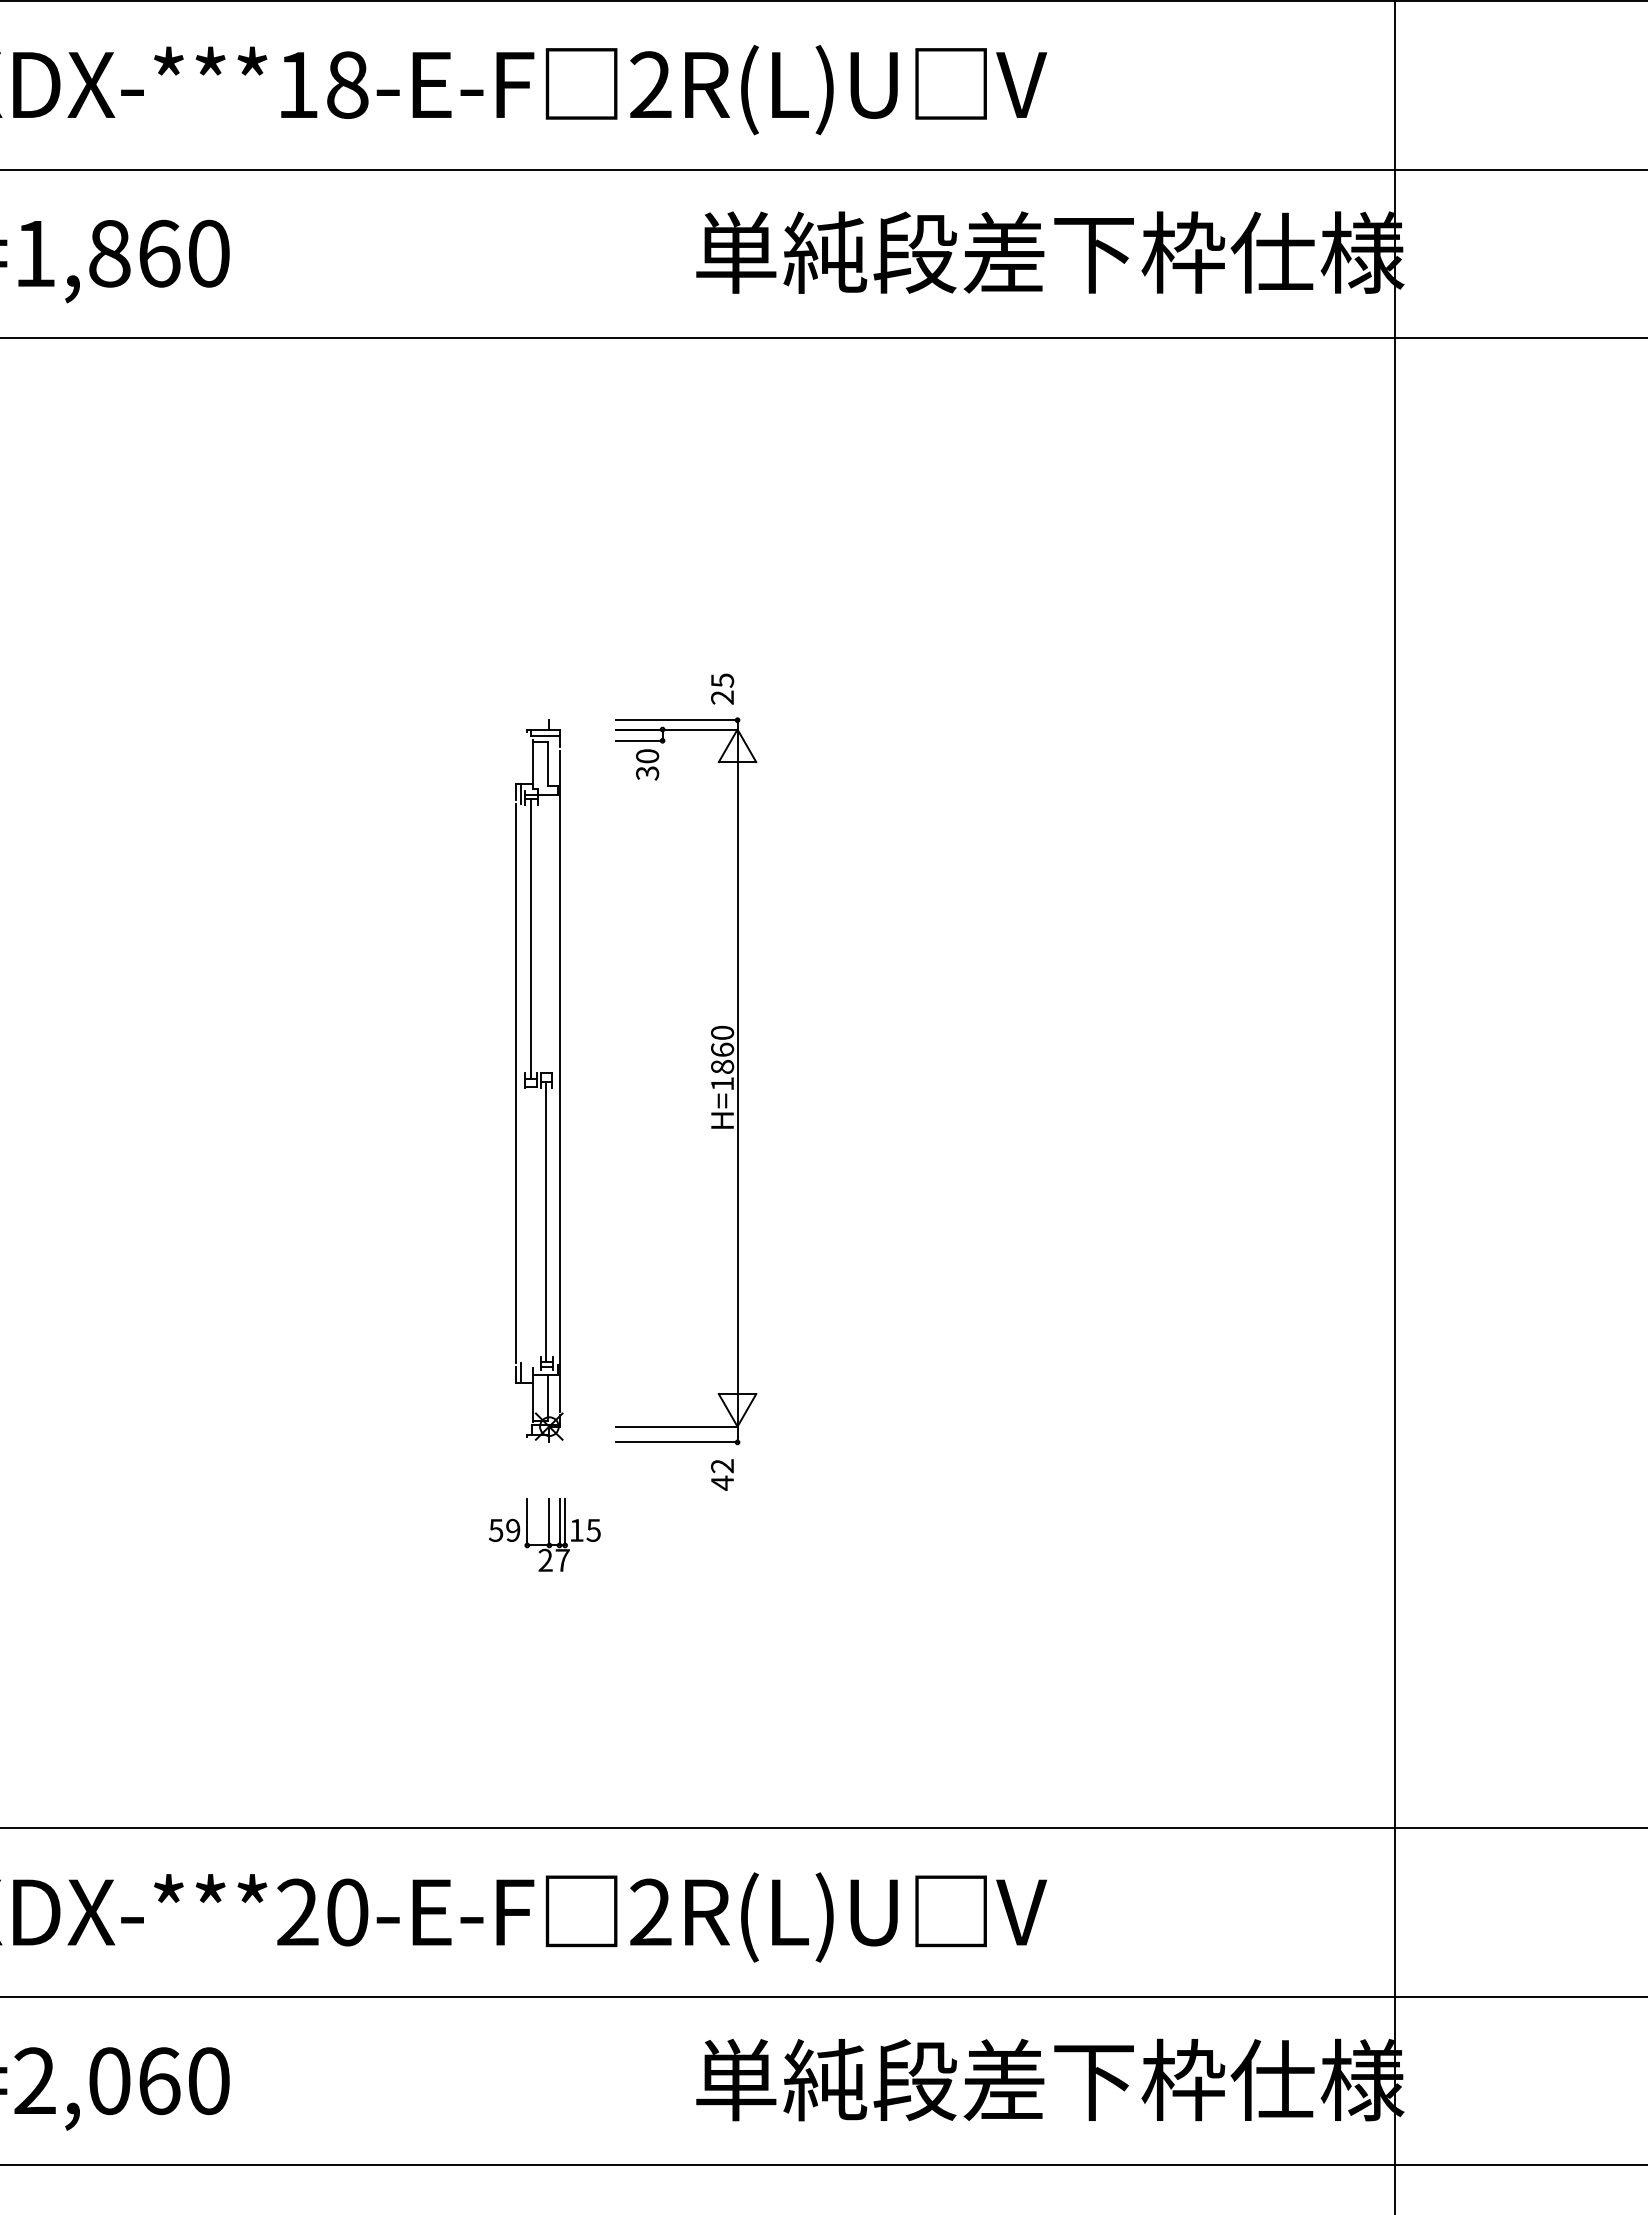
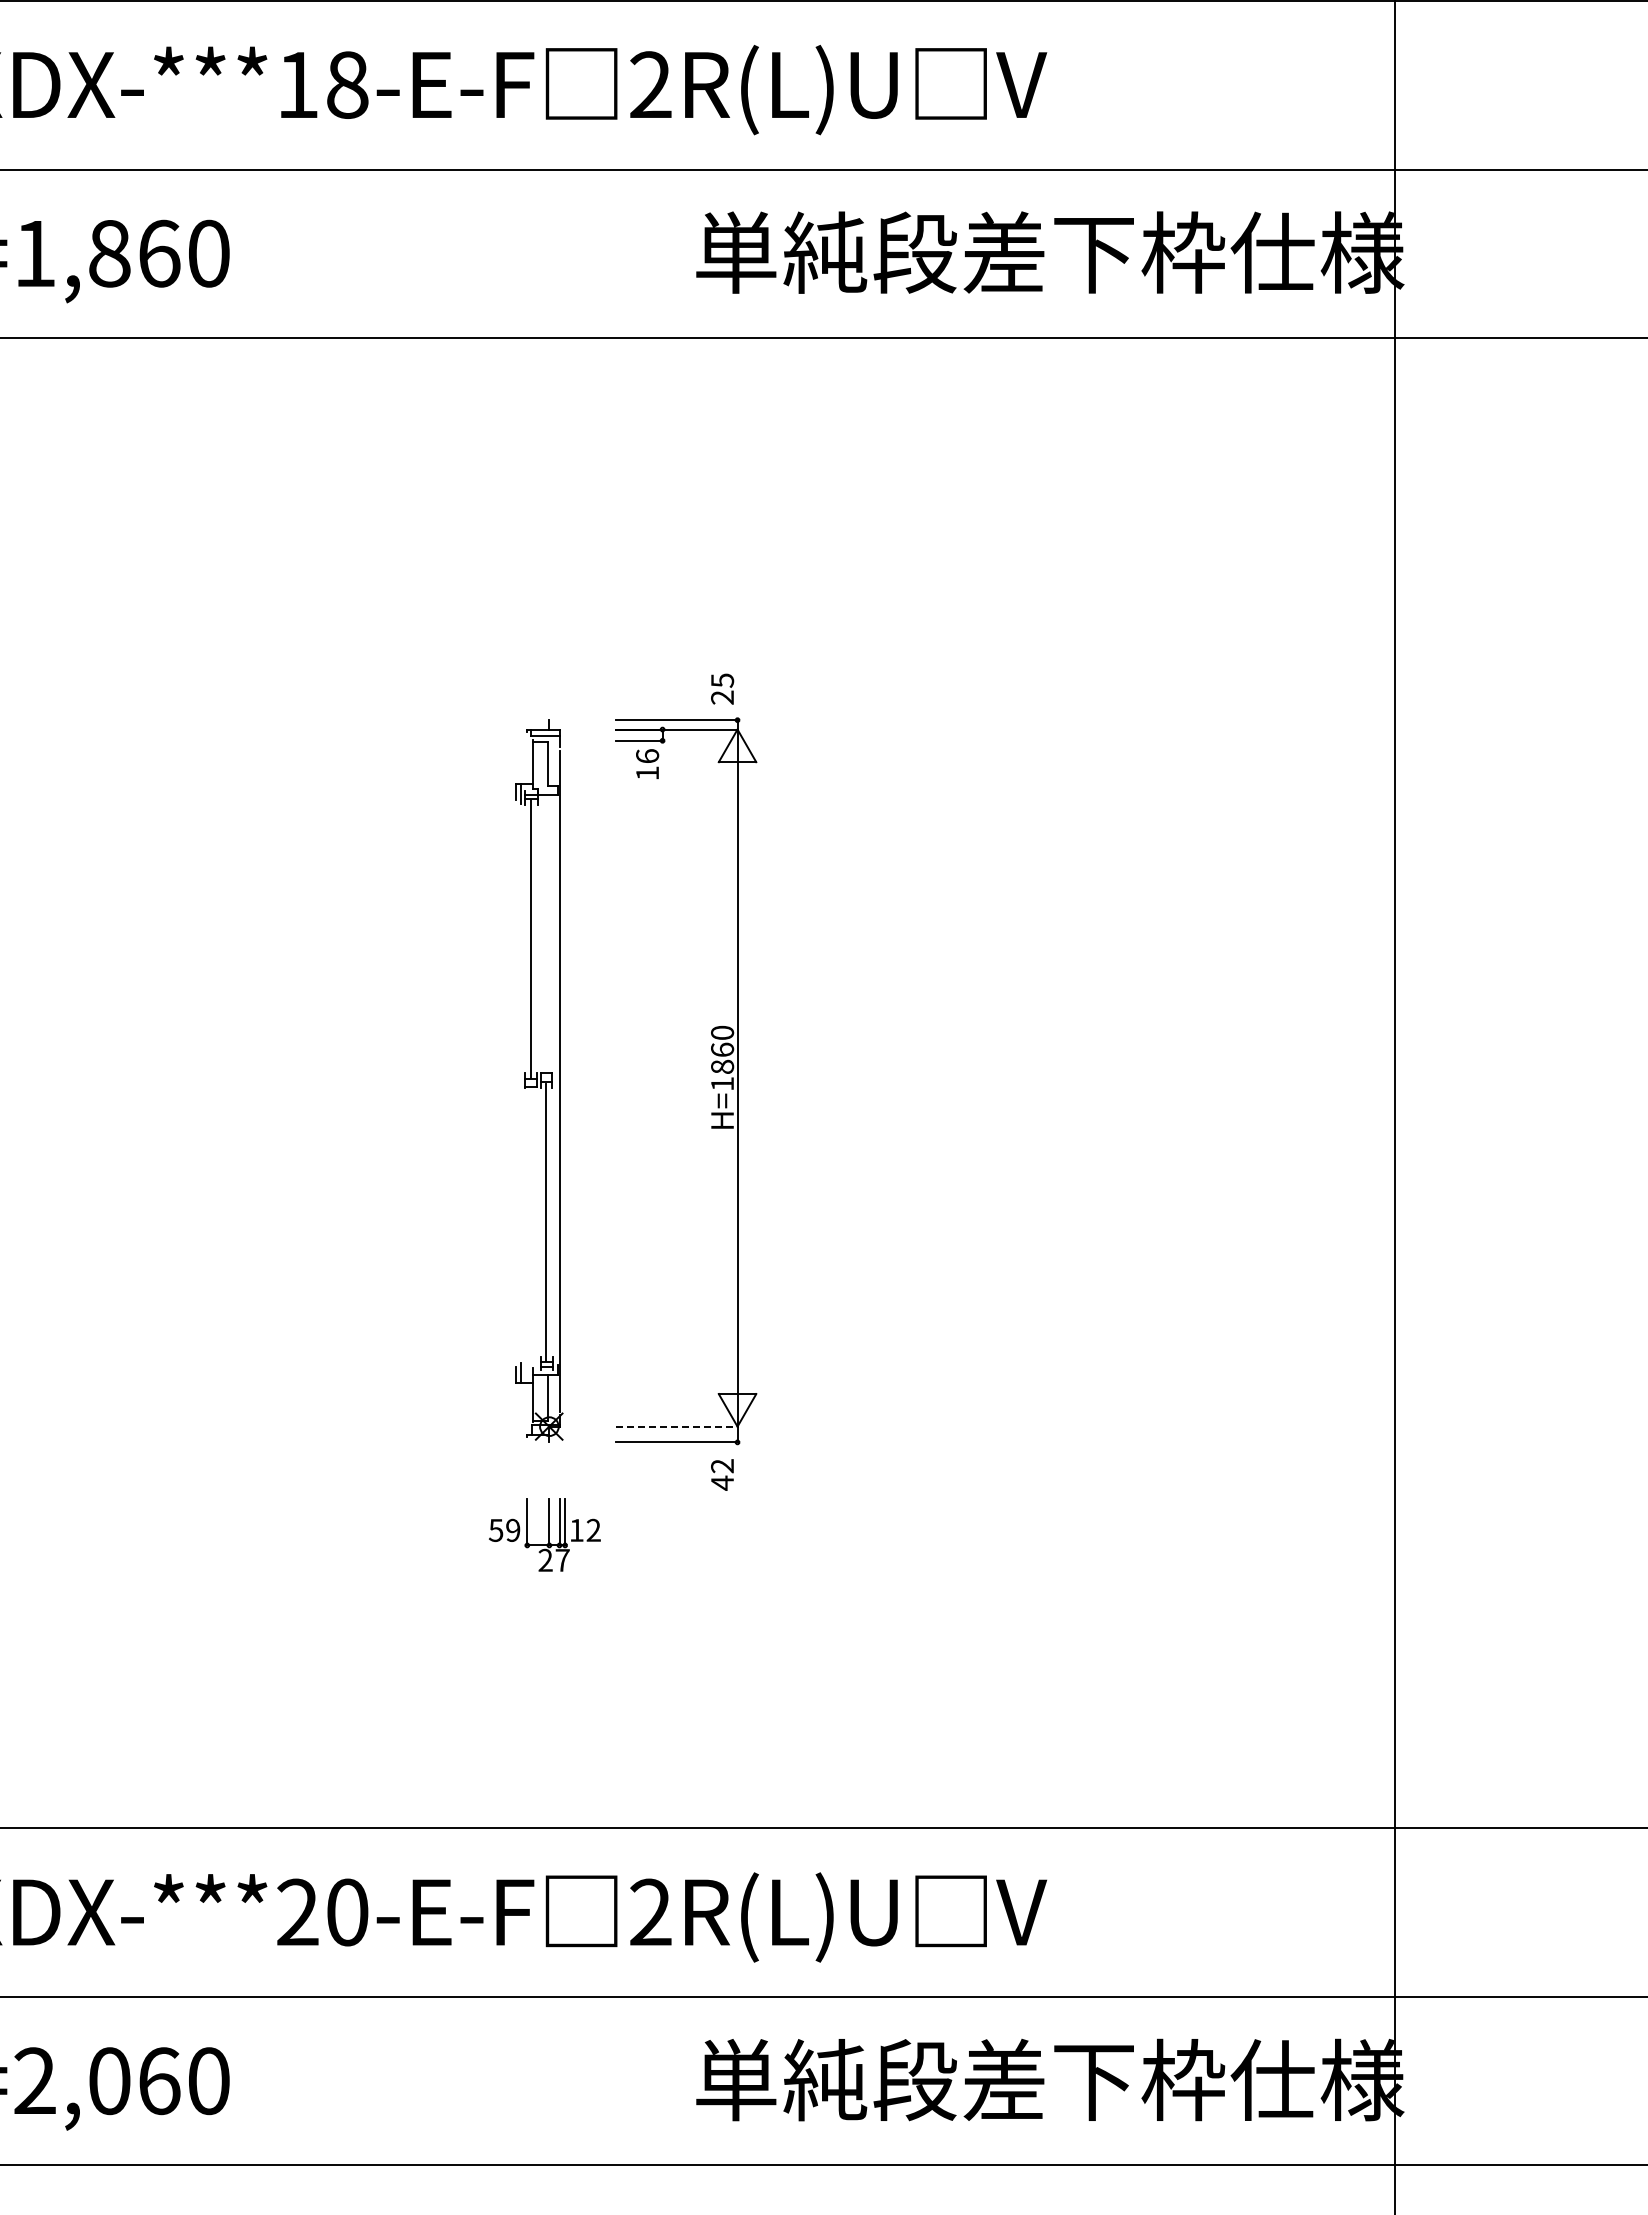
text at (647, 764): 30 -> 16
line at (515, 1082): present -> none
line at (676, 1426): solid -> dashed
text at (593, 1529): 15 -> 12
